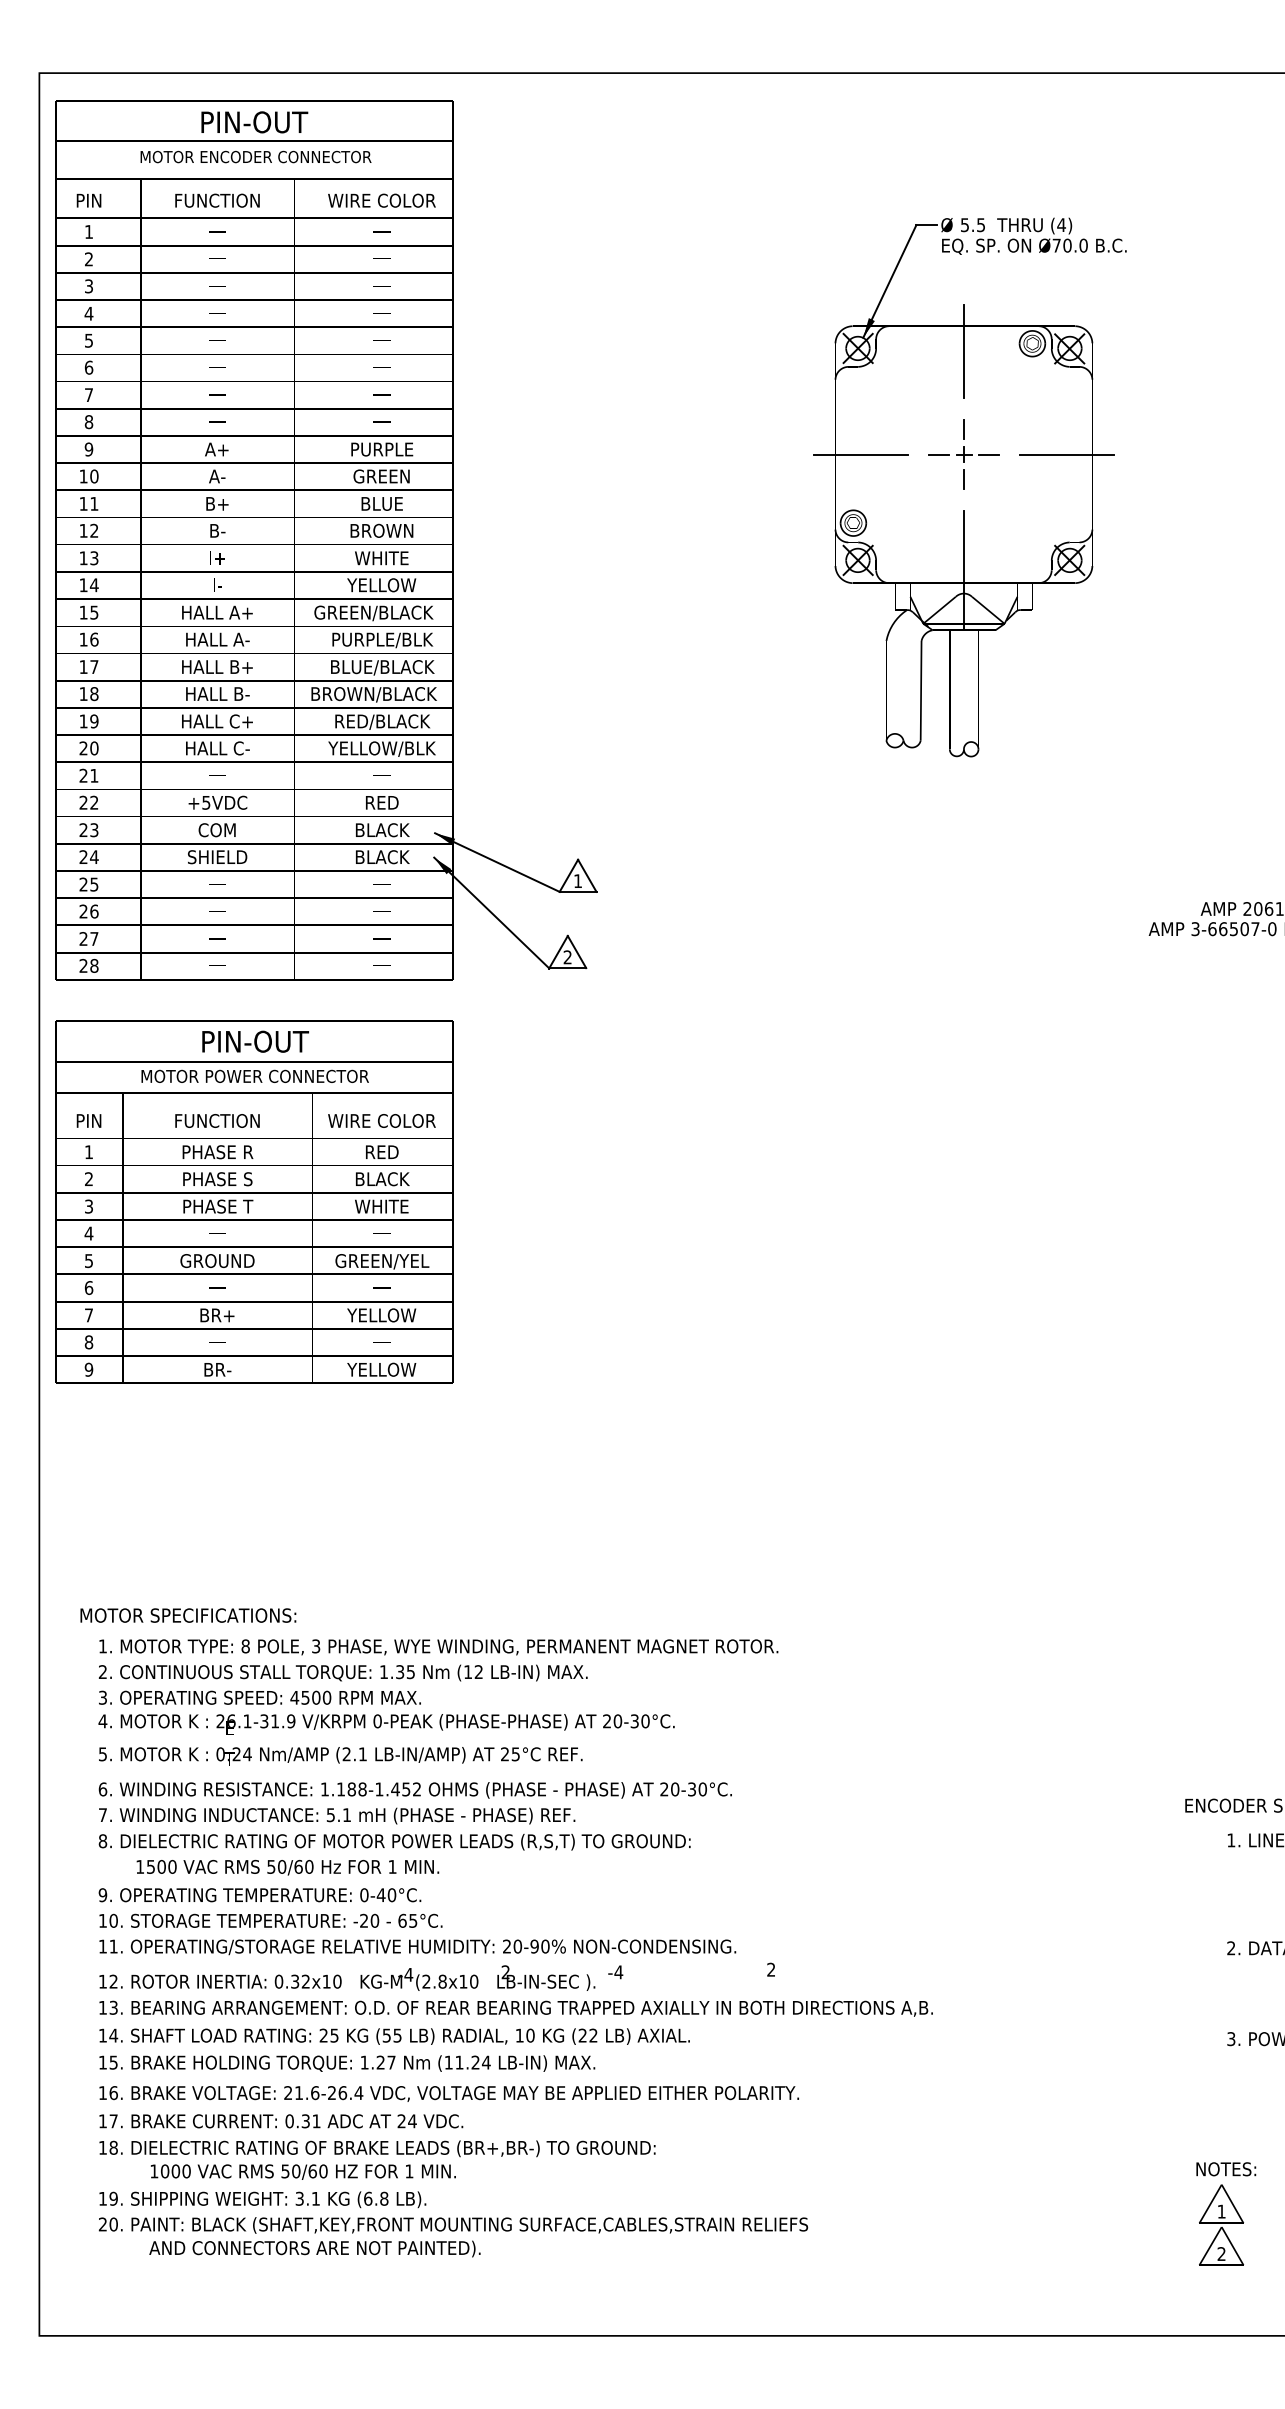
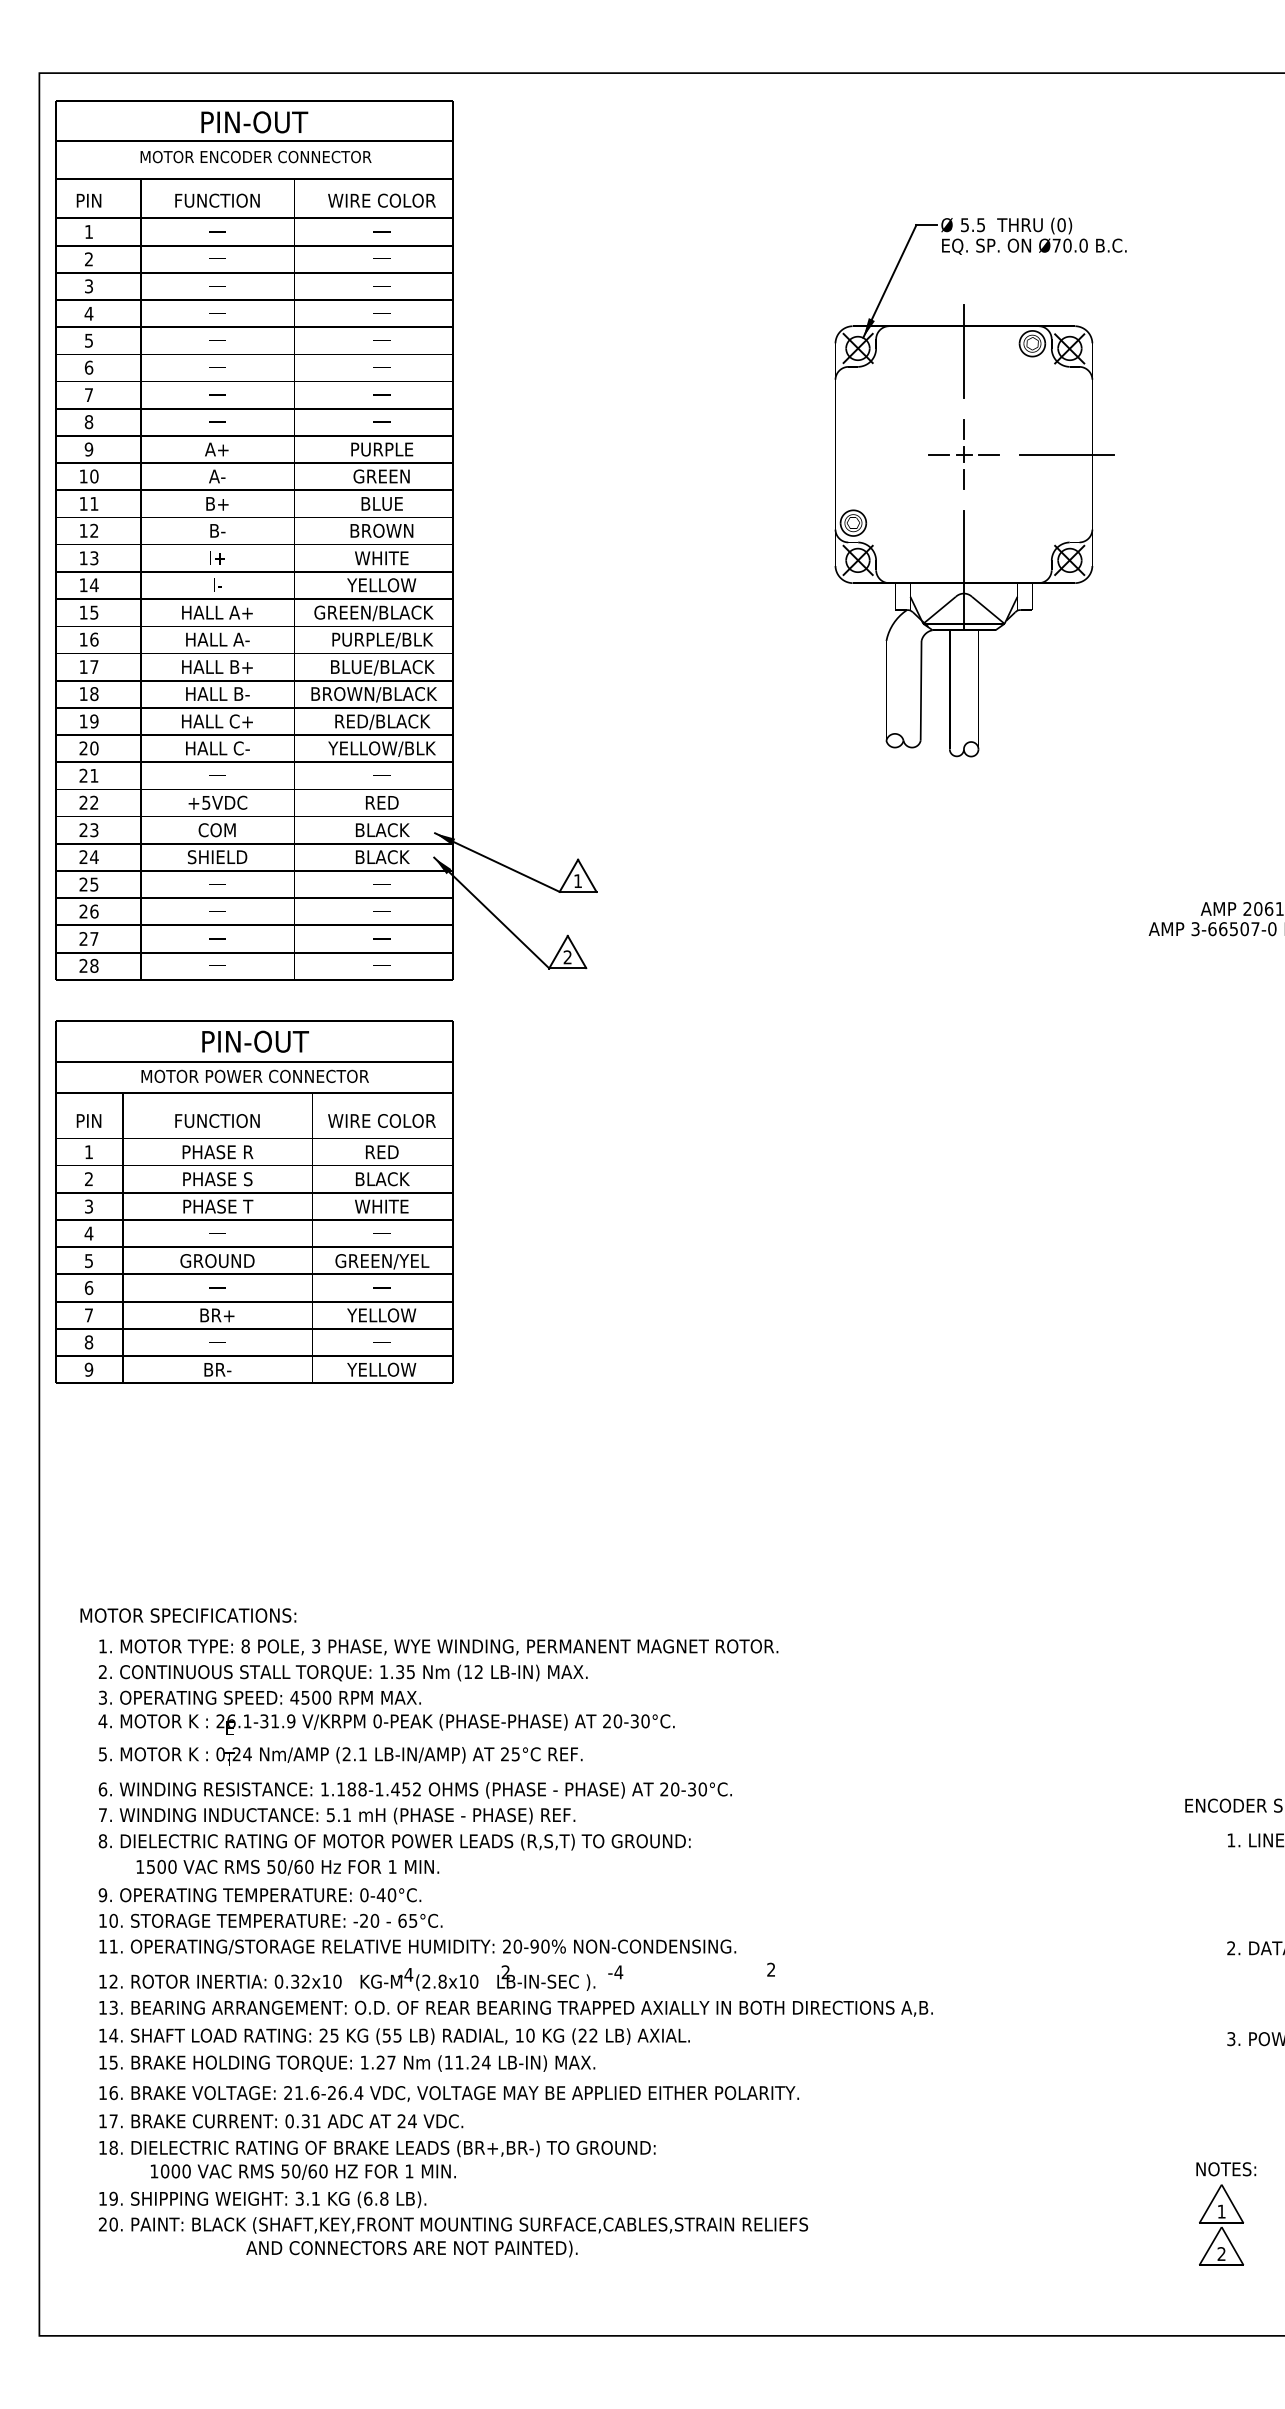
text at (1061, 225): (4) -> (0)
line at (860, 454): present -> none
text at (314, 2248) position: (314, 2248) -> (411, 2248)
